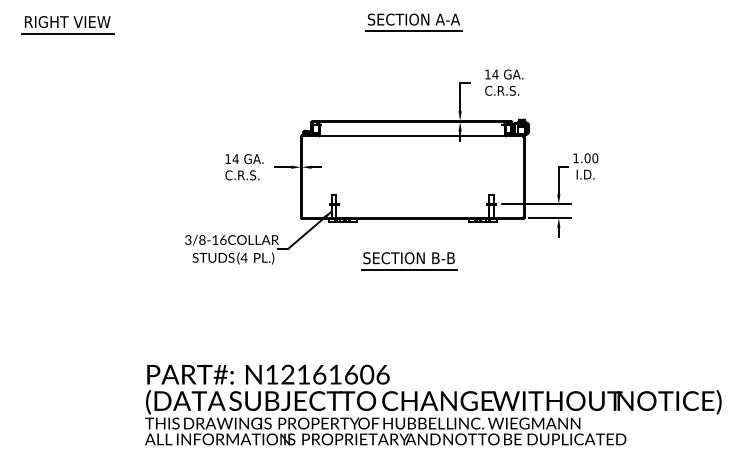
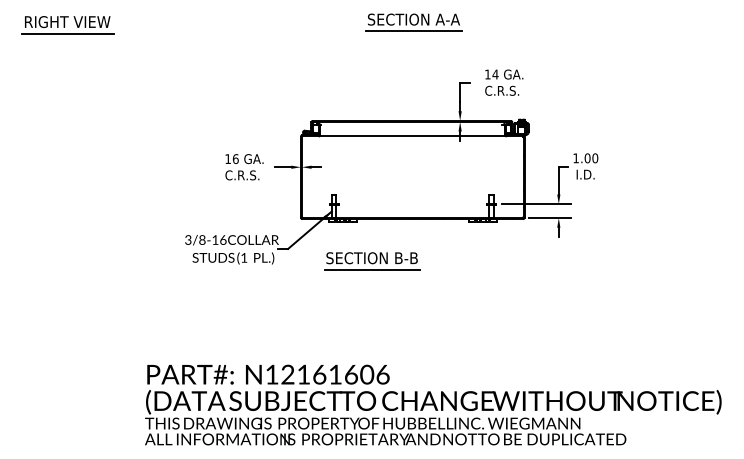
text at (235, 159): 14 -> 16
text at (243, 257): (4 -> (1
part at (409, 261) position: (409, 261) -> (372, 261)
